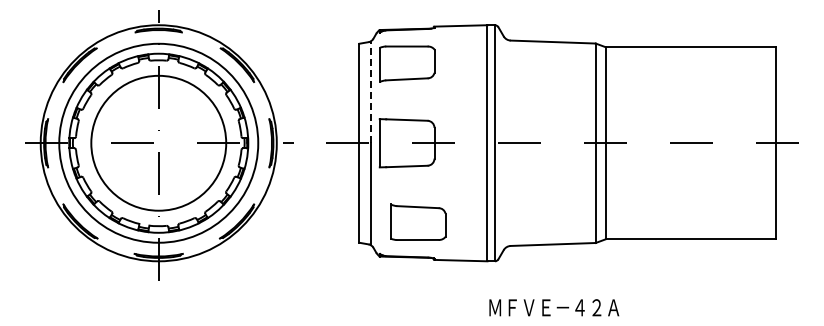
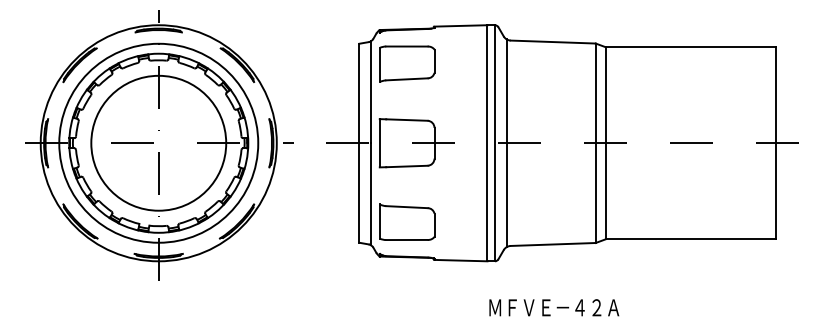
line at (370, 92): dashed -> solid
line at (506, 143): none -> present
part at (418, 221) position: (418, 221) -> (407, 221)
